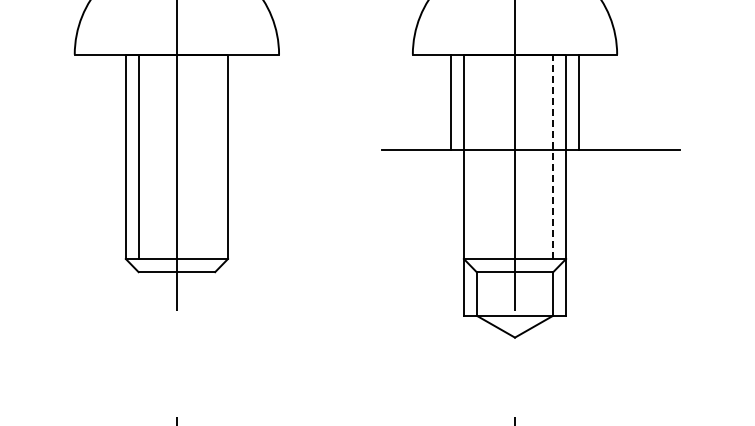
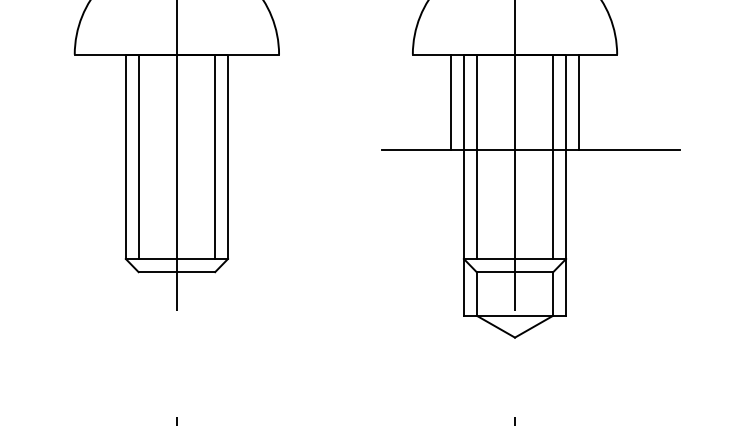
line at (215, 156): none -> present
line at (476, 156): none -> present
line at (553, 156): dashed -> solid
